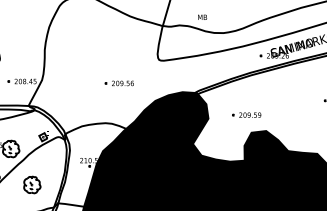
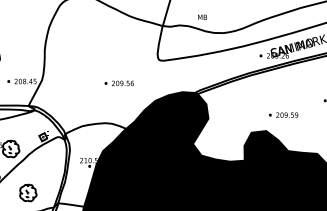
part at (246, 114) position: (246, 114) -> (283, 114)
part at (32, 184) position: (32, 184) -> (28, 192)
